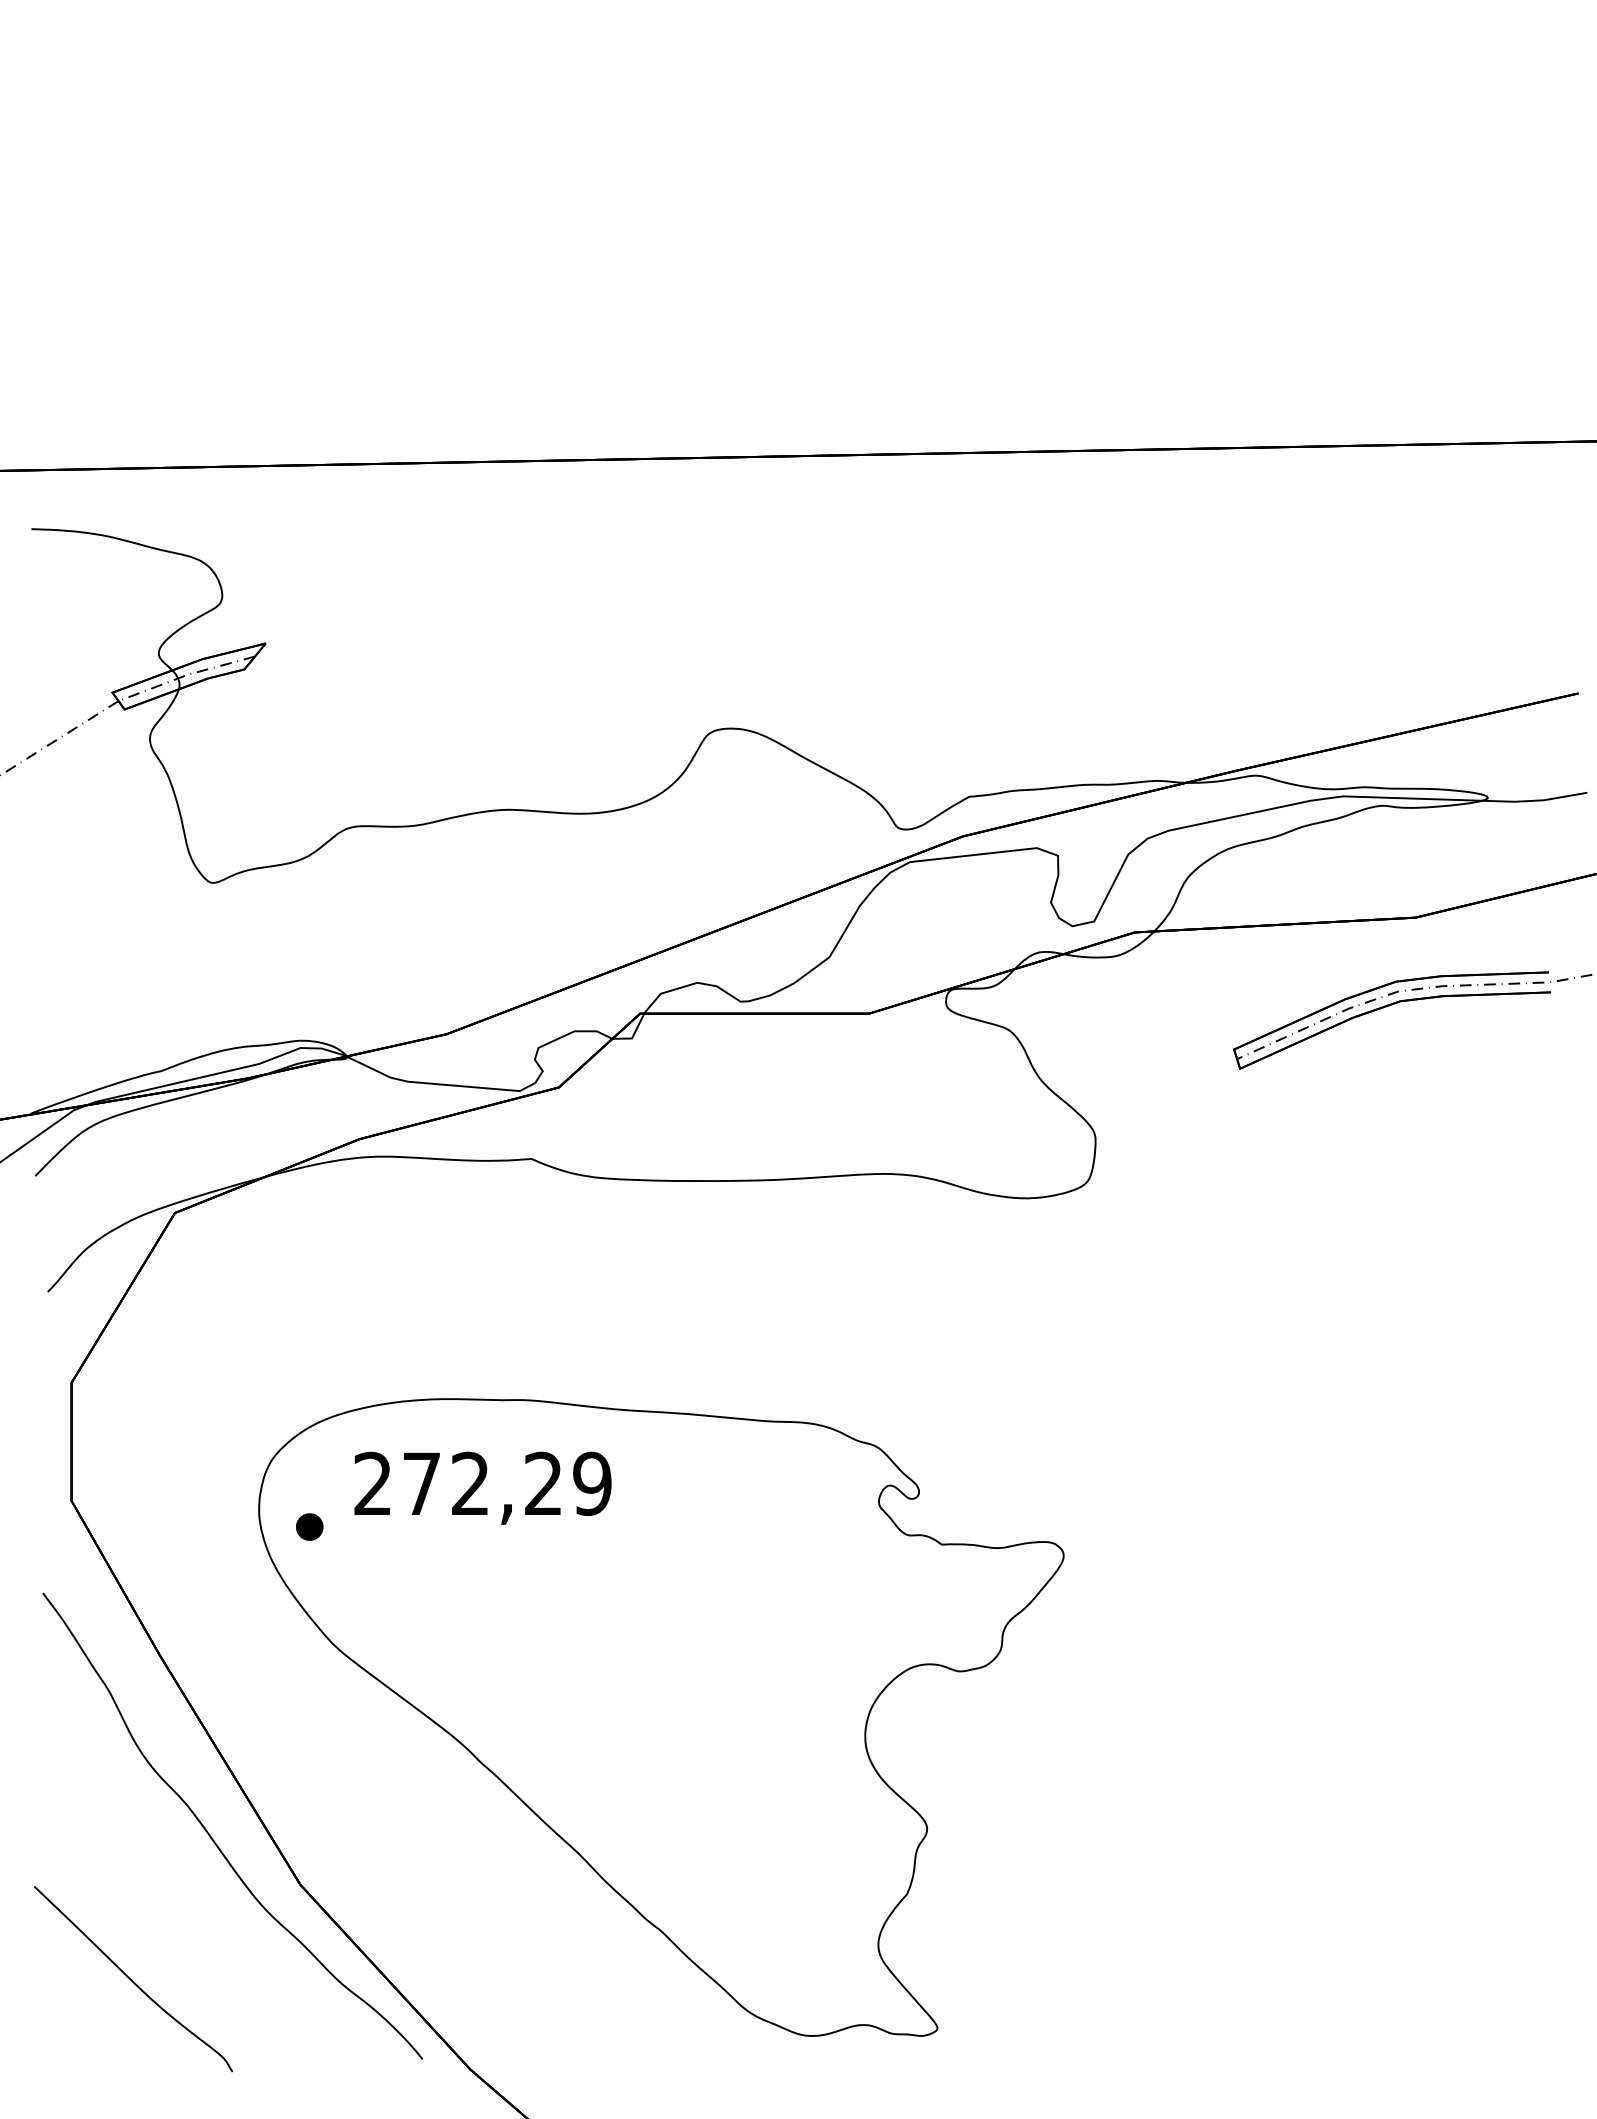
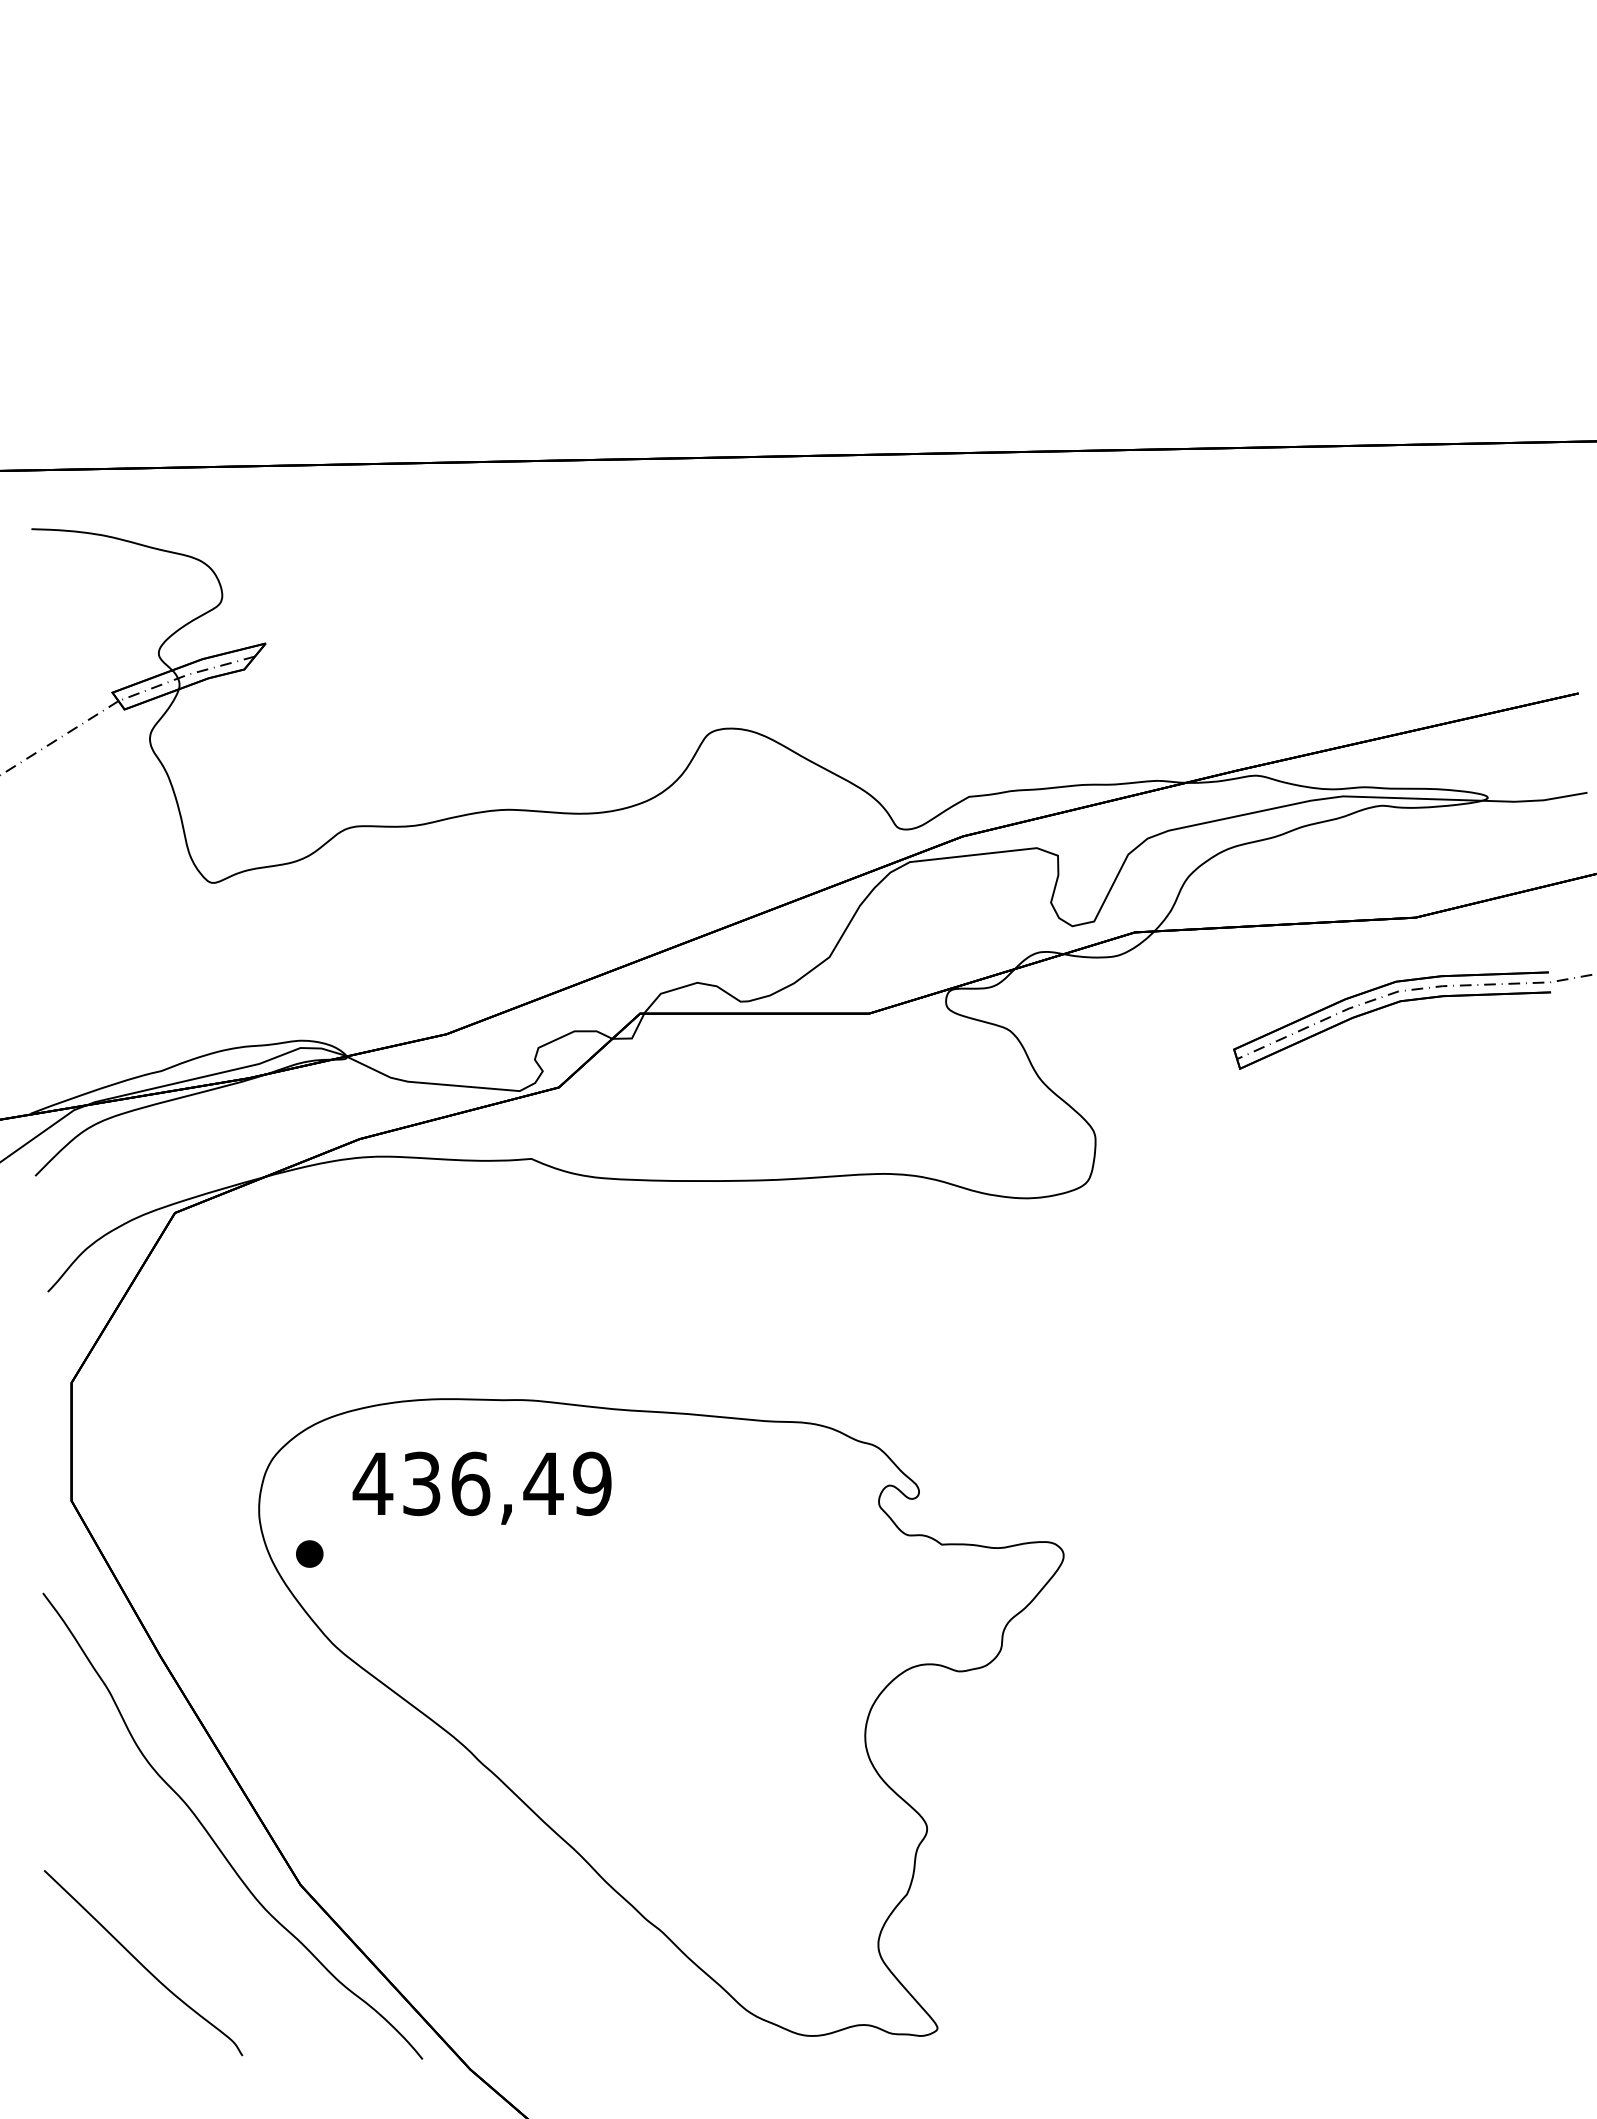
text at (457, 1483): 272,29 -> 436,49
part at (309, 1526) position: (309, 1526) -> (309, 1553)
curve at (132, 1980) position: (132, 1980) -> (142, 1964)
